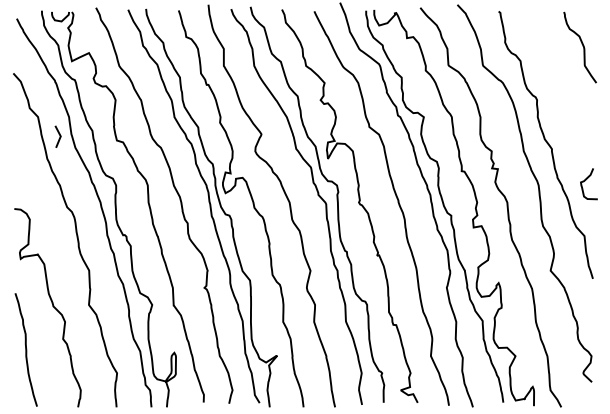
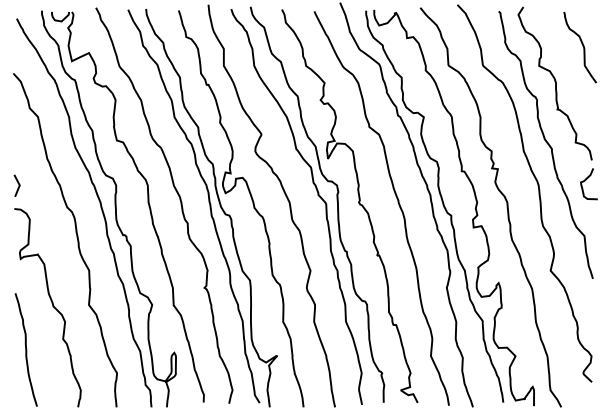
curve at (554, 82): none -> present
line at (59, 136) position: (59, 136) -> (18, 185)
